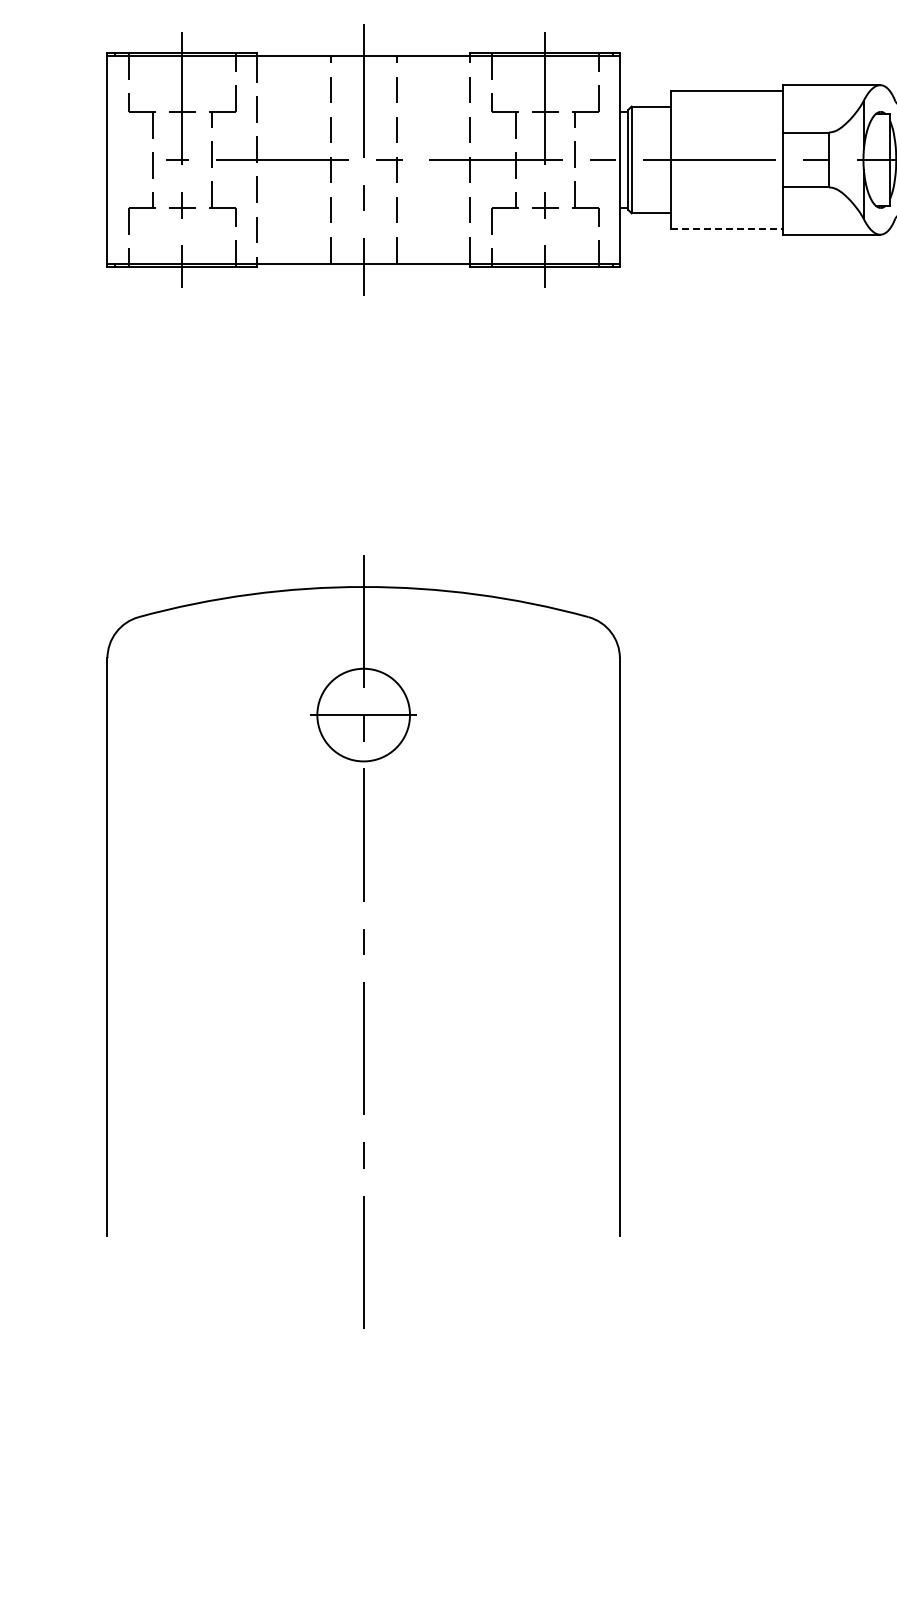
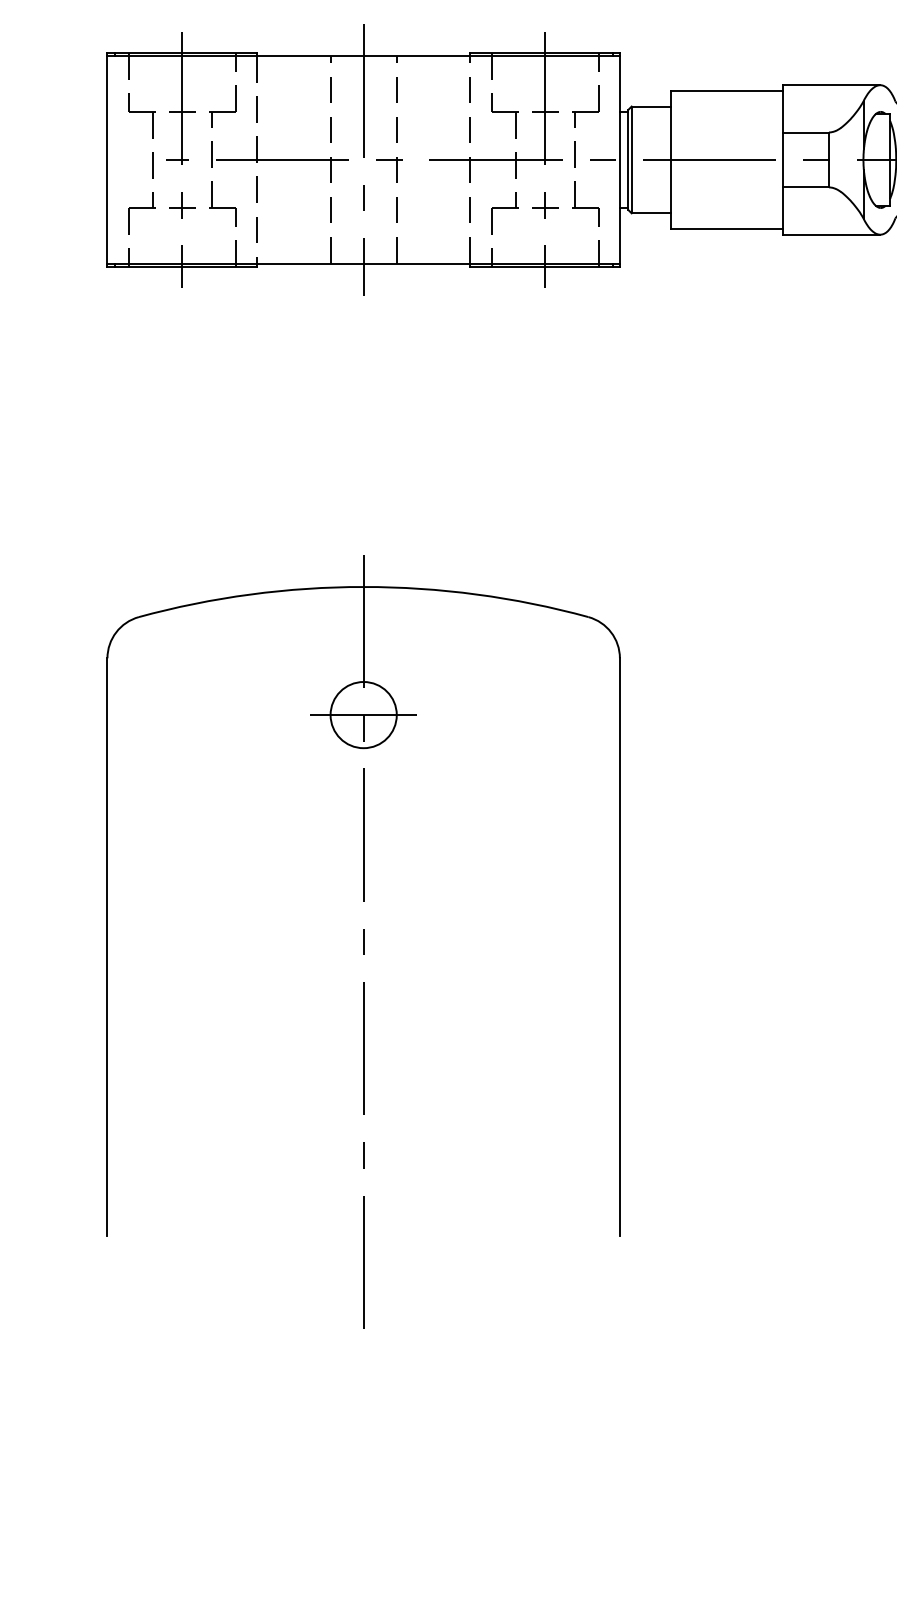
line at (727, 229): dashed -> solid
circle at (363, 714) diameter: 93 px -> 66 px
